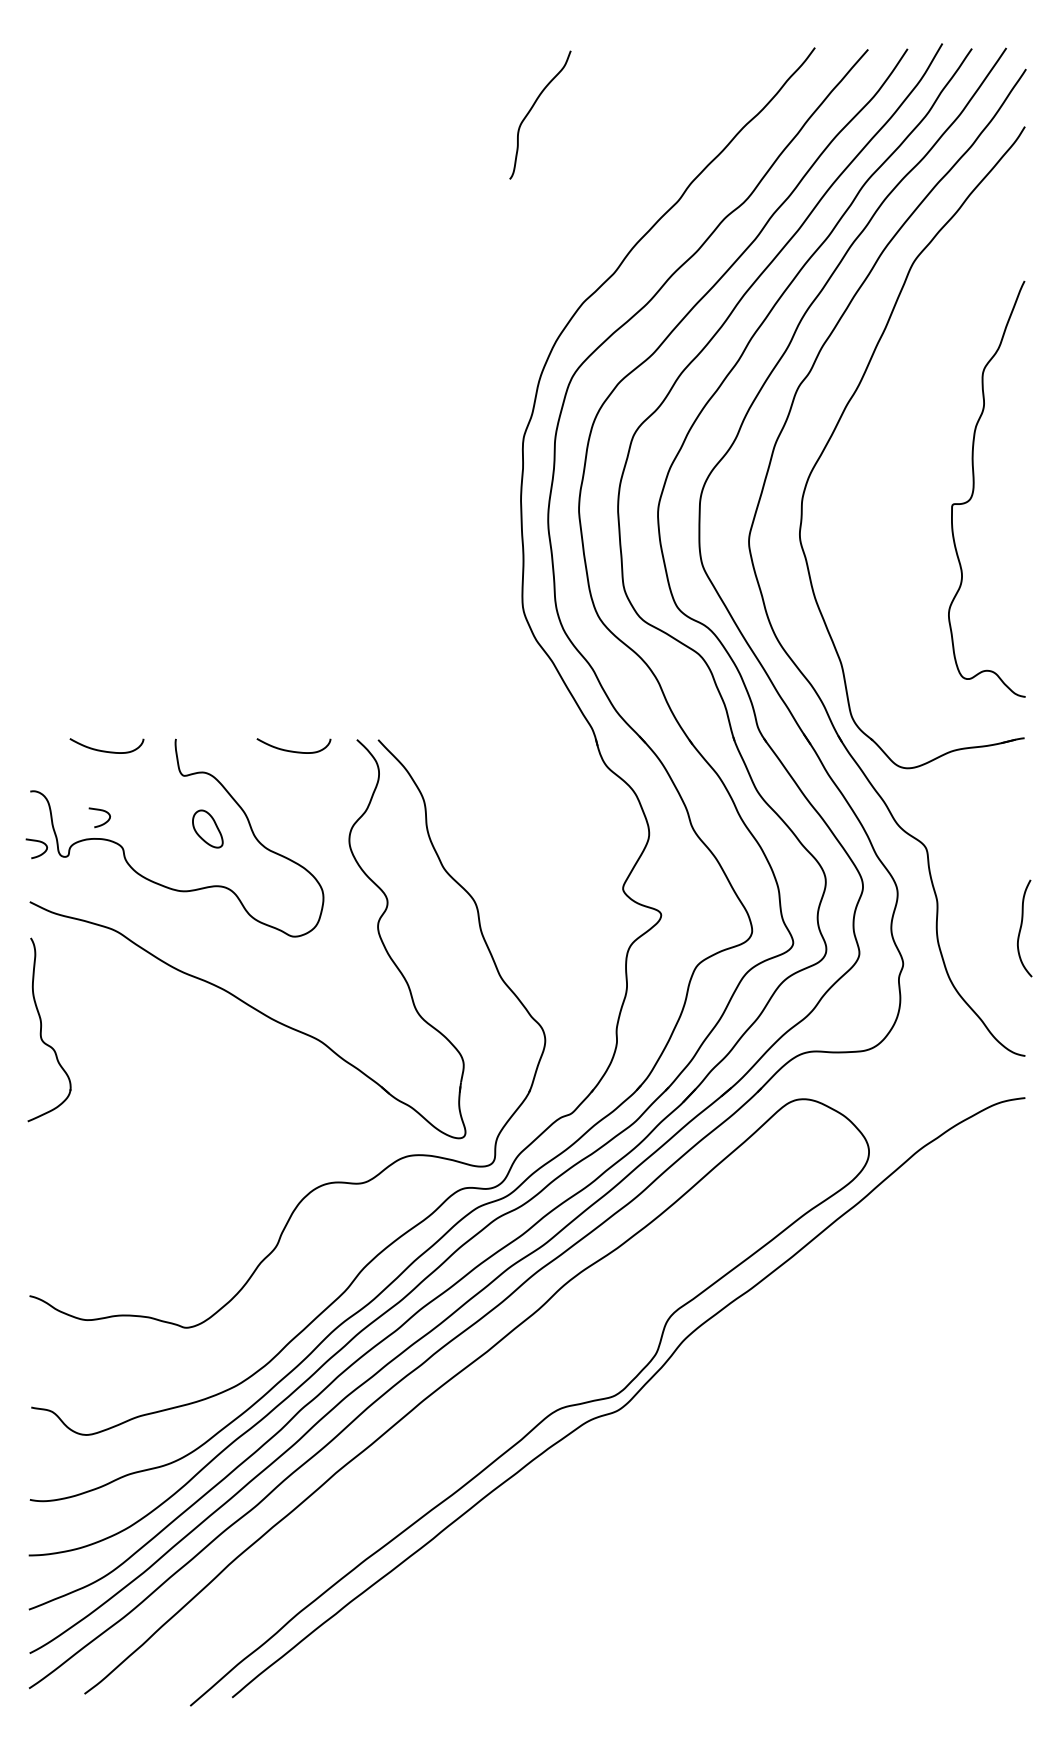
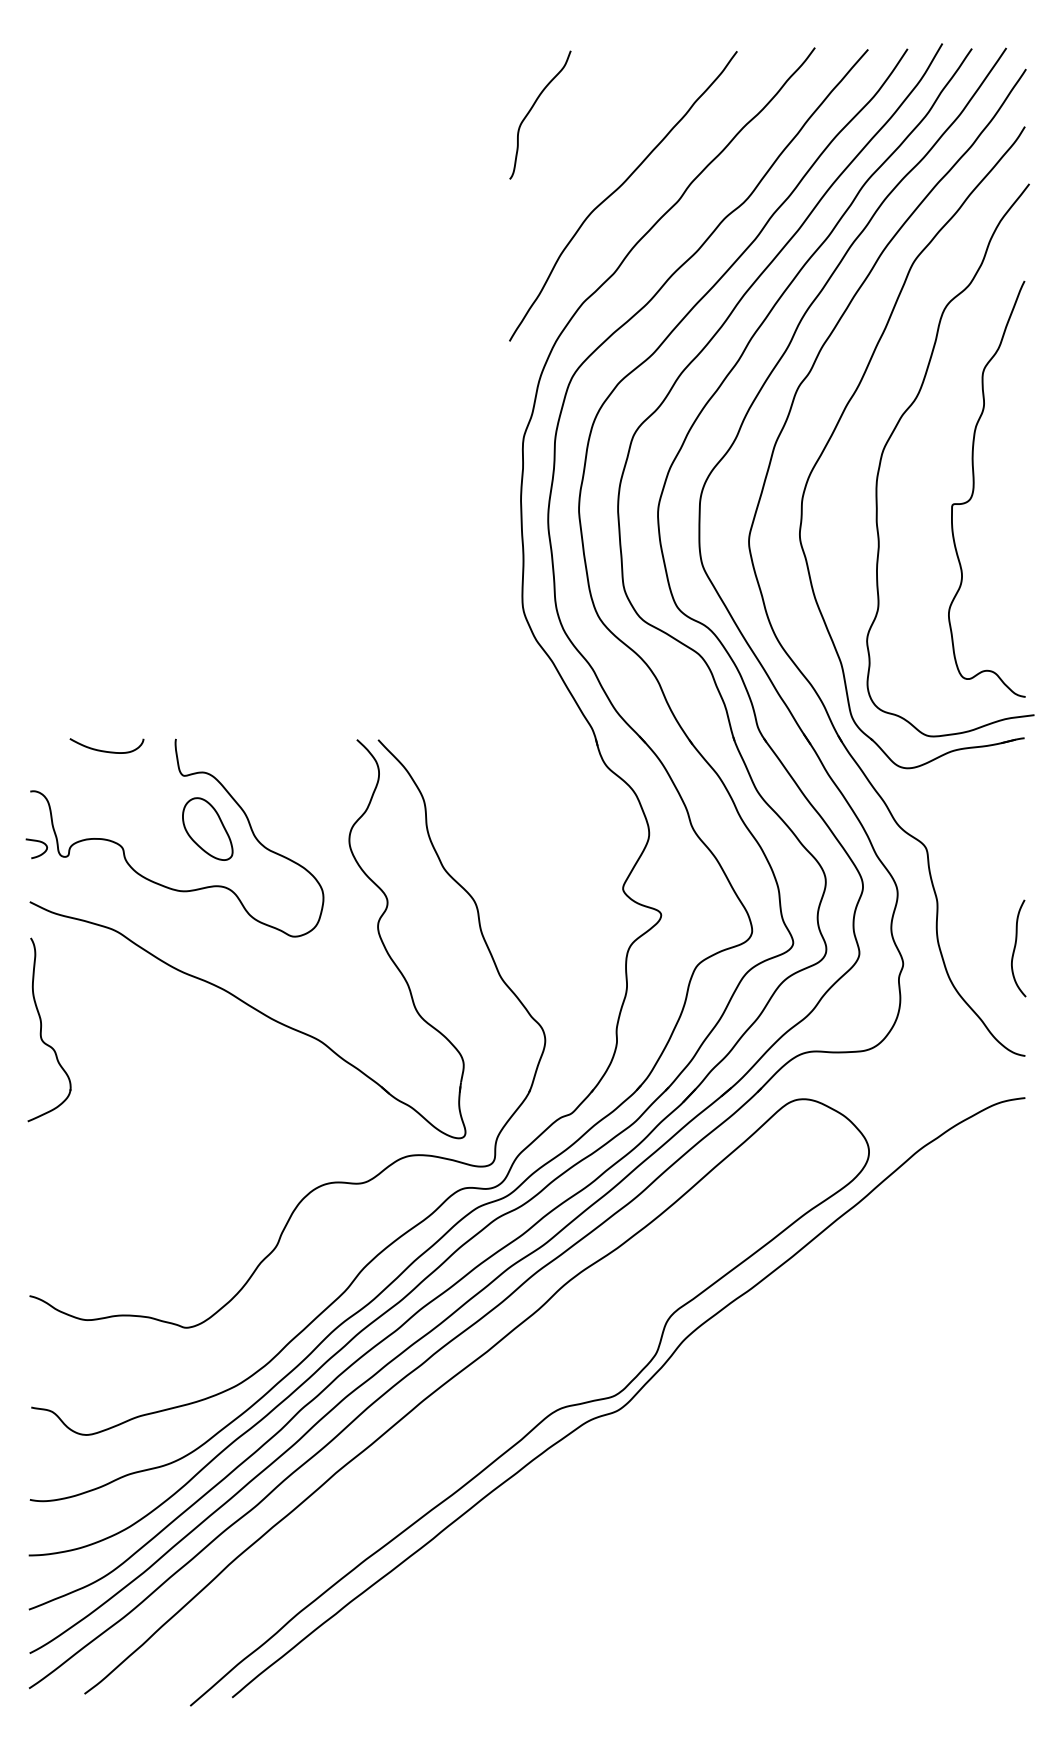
curve at (617, 190): none -> present
curve at (897, 426): none -> present
curve at (292, 750): present -> none
curve at (101, 811): present -> none
part at (207, 828) size: 32x40 px -> 52x64 px
curve at (1021, 928) position: (1021, 928) -> (1015, 948)
